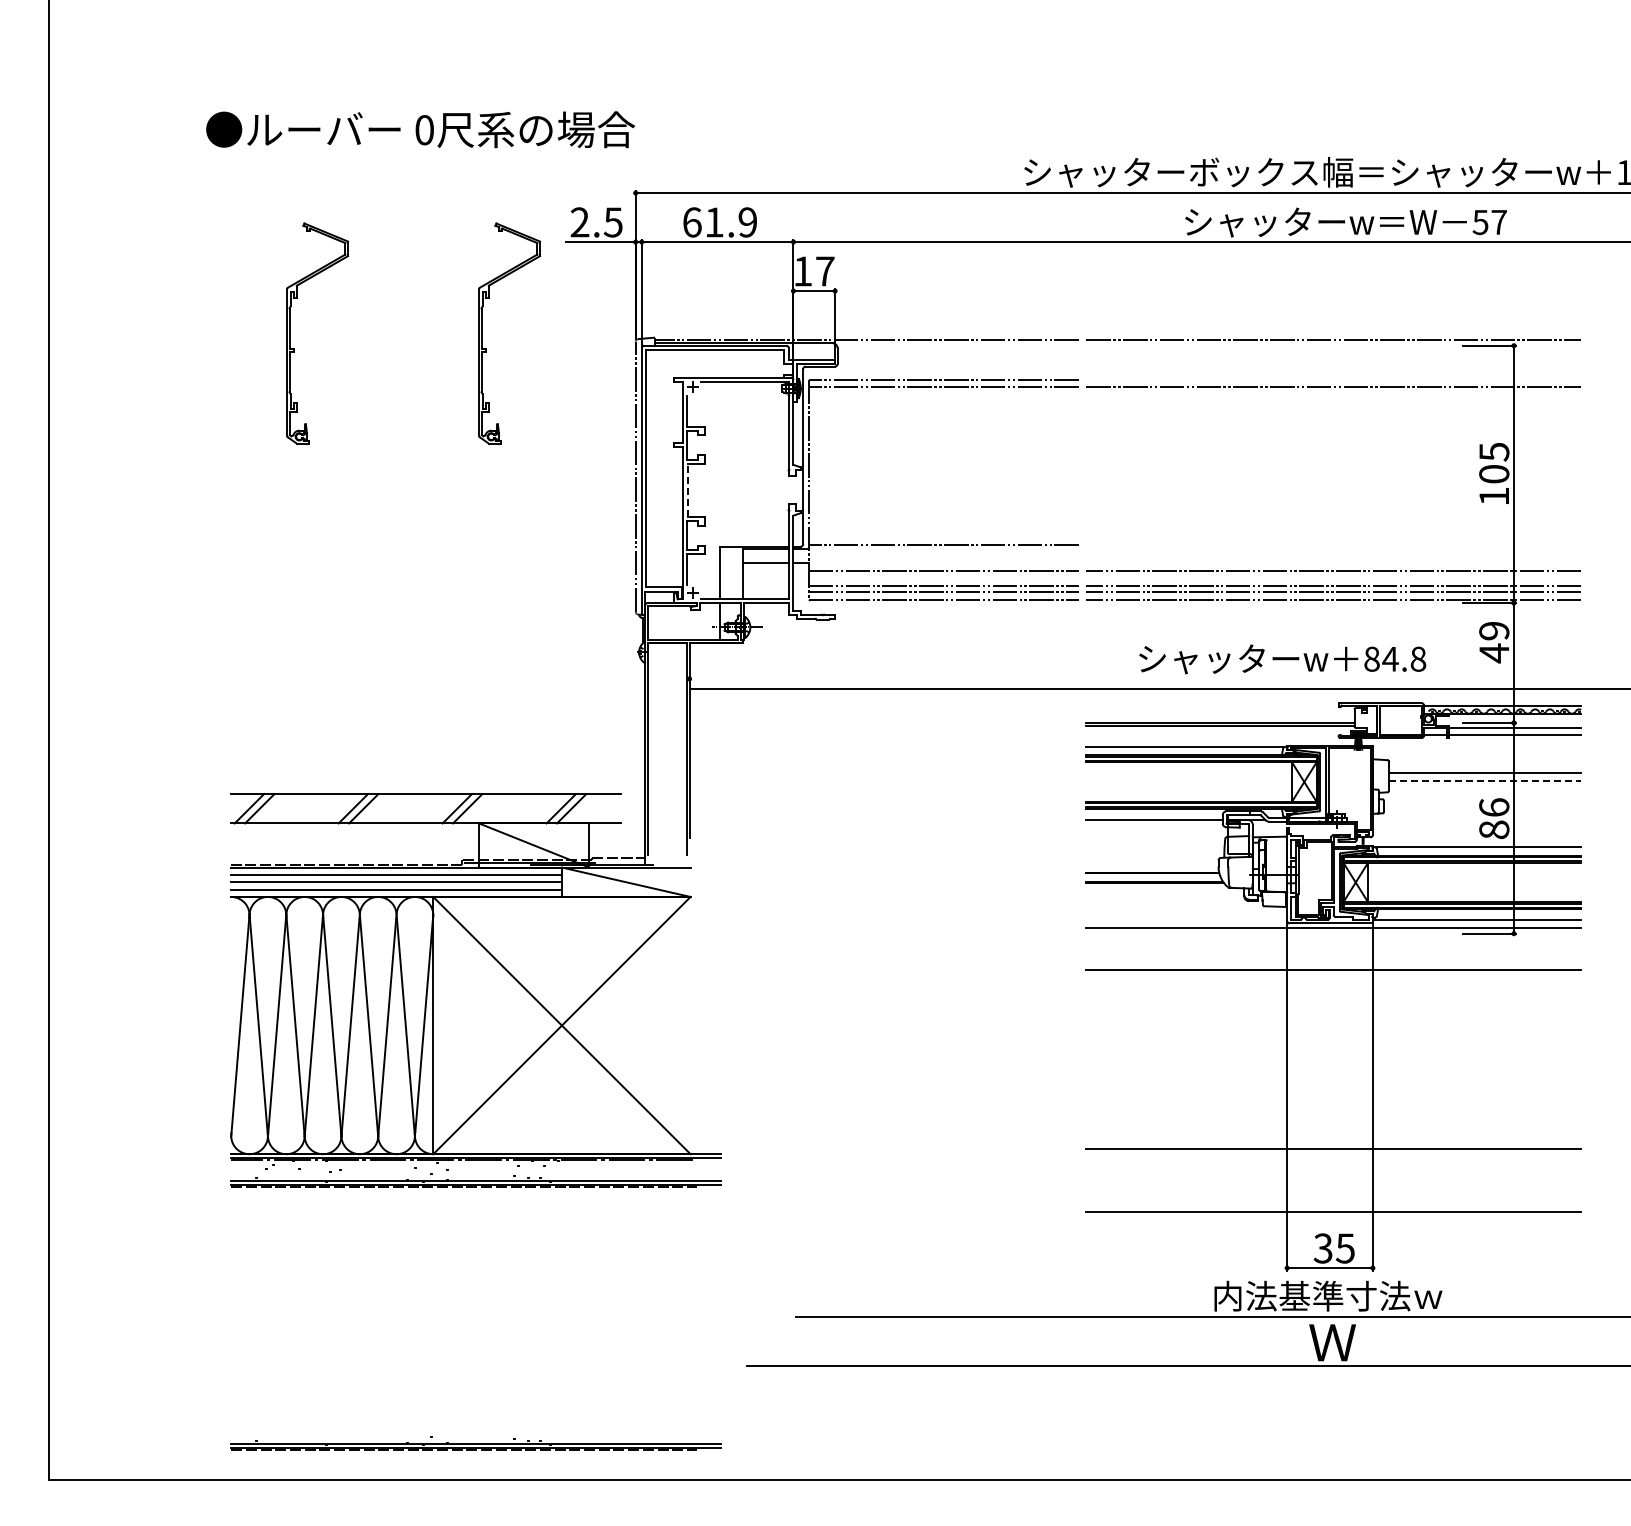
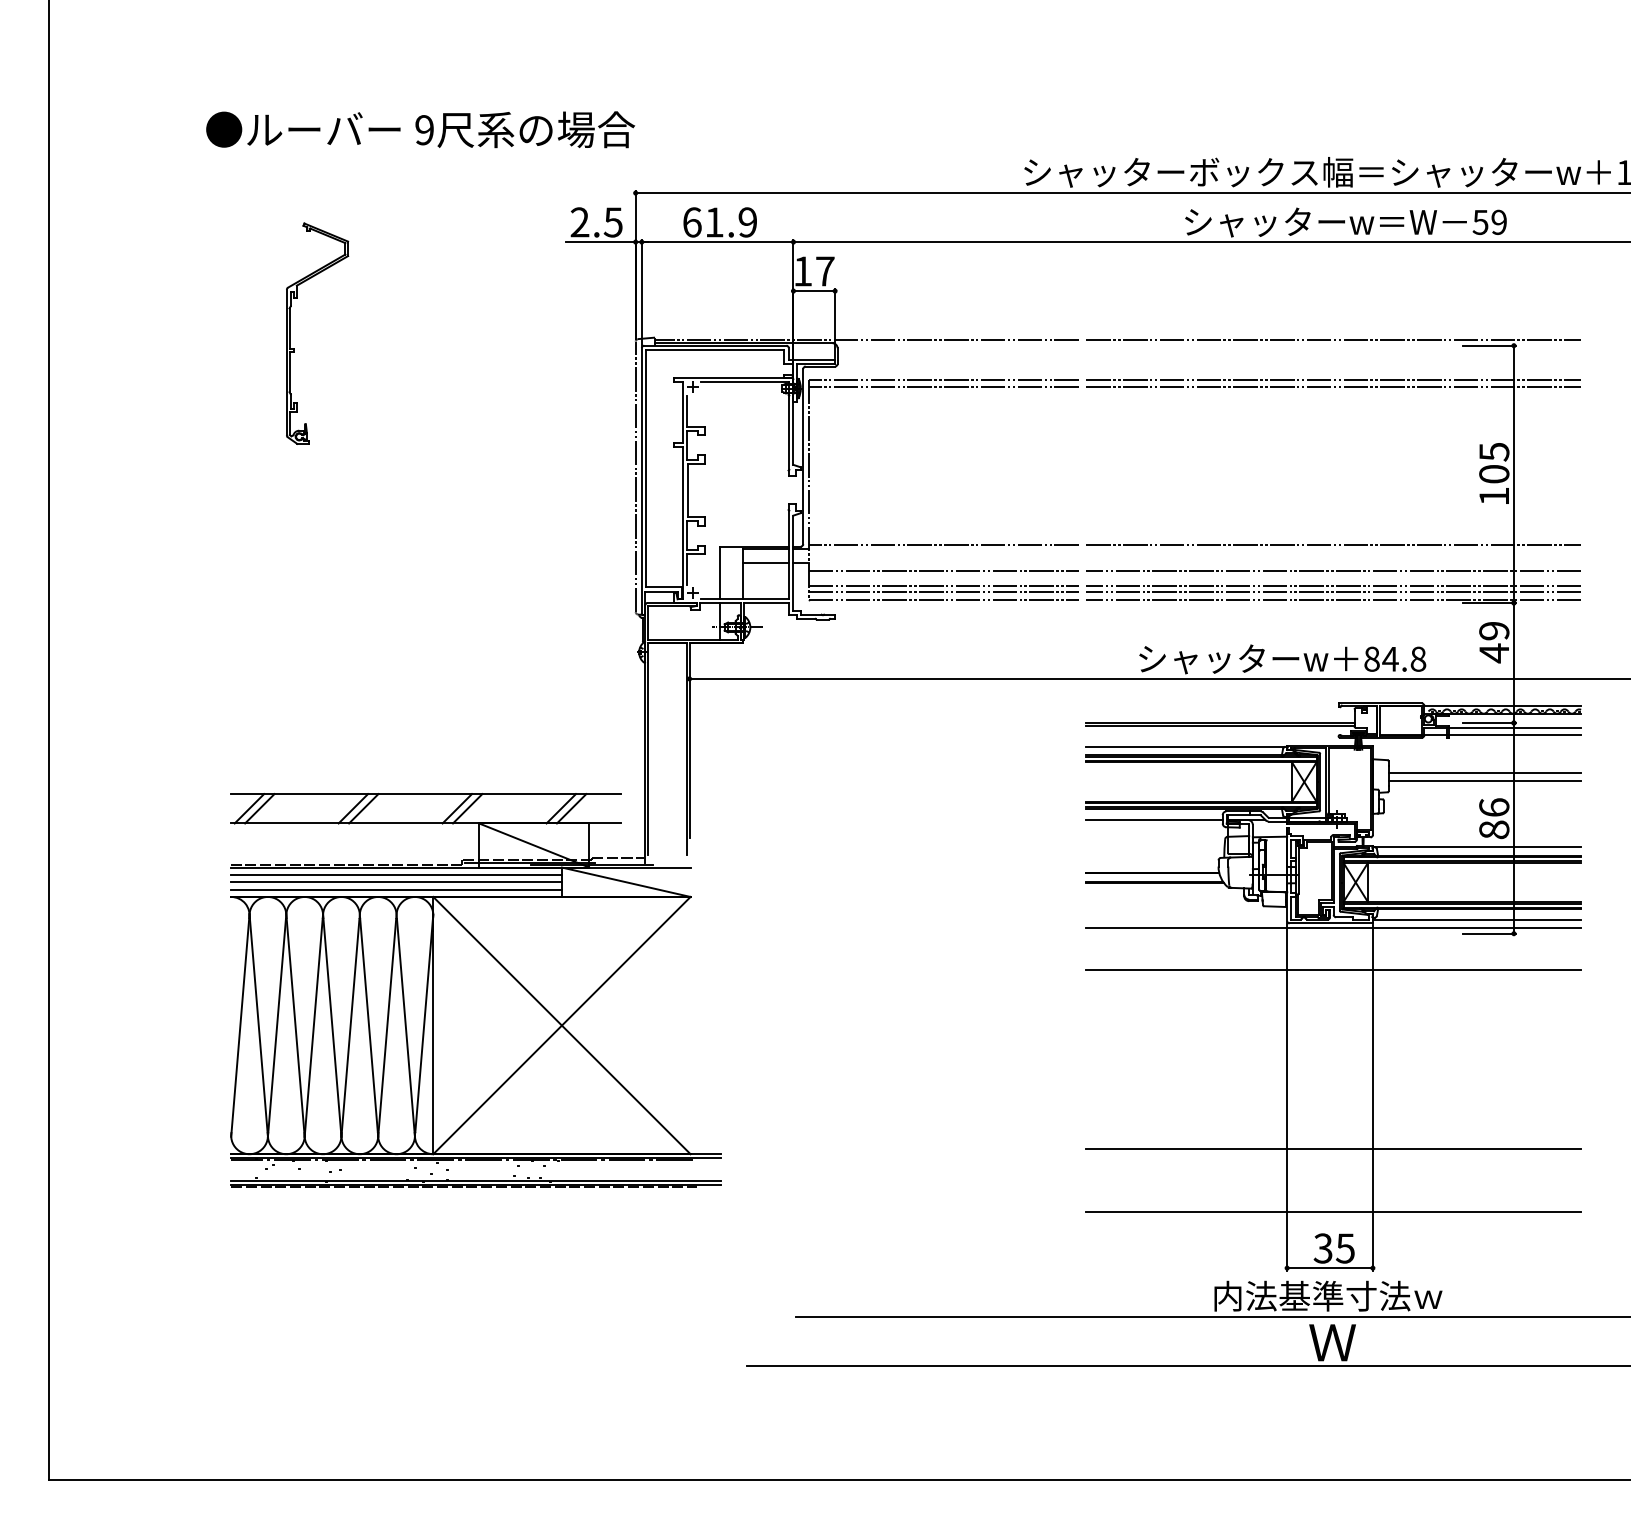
text at (424, 130): 0 -> 9
text at (1498, 222): 57 -> 59
part at (482, 333): present -> none
line at (1333, 379): none -> present
line at (688, 489): dashed -> solid
line at (1333, 544): none -> present
line at (1158, 688) position: (1158, 688) -> (1158, 678)
line at (1485, 781): dashed -> solid
part at (475, 1443): present -> none
